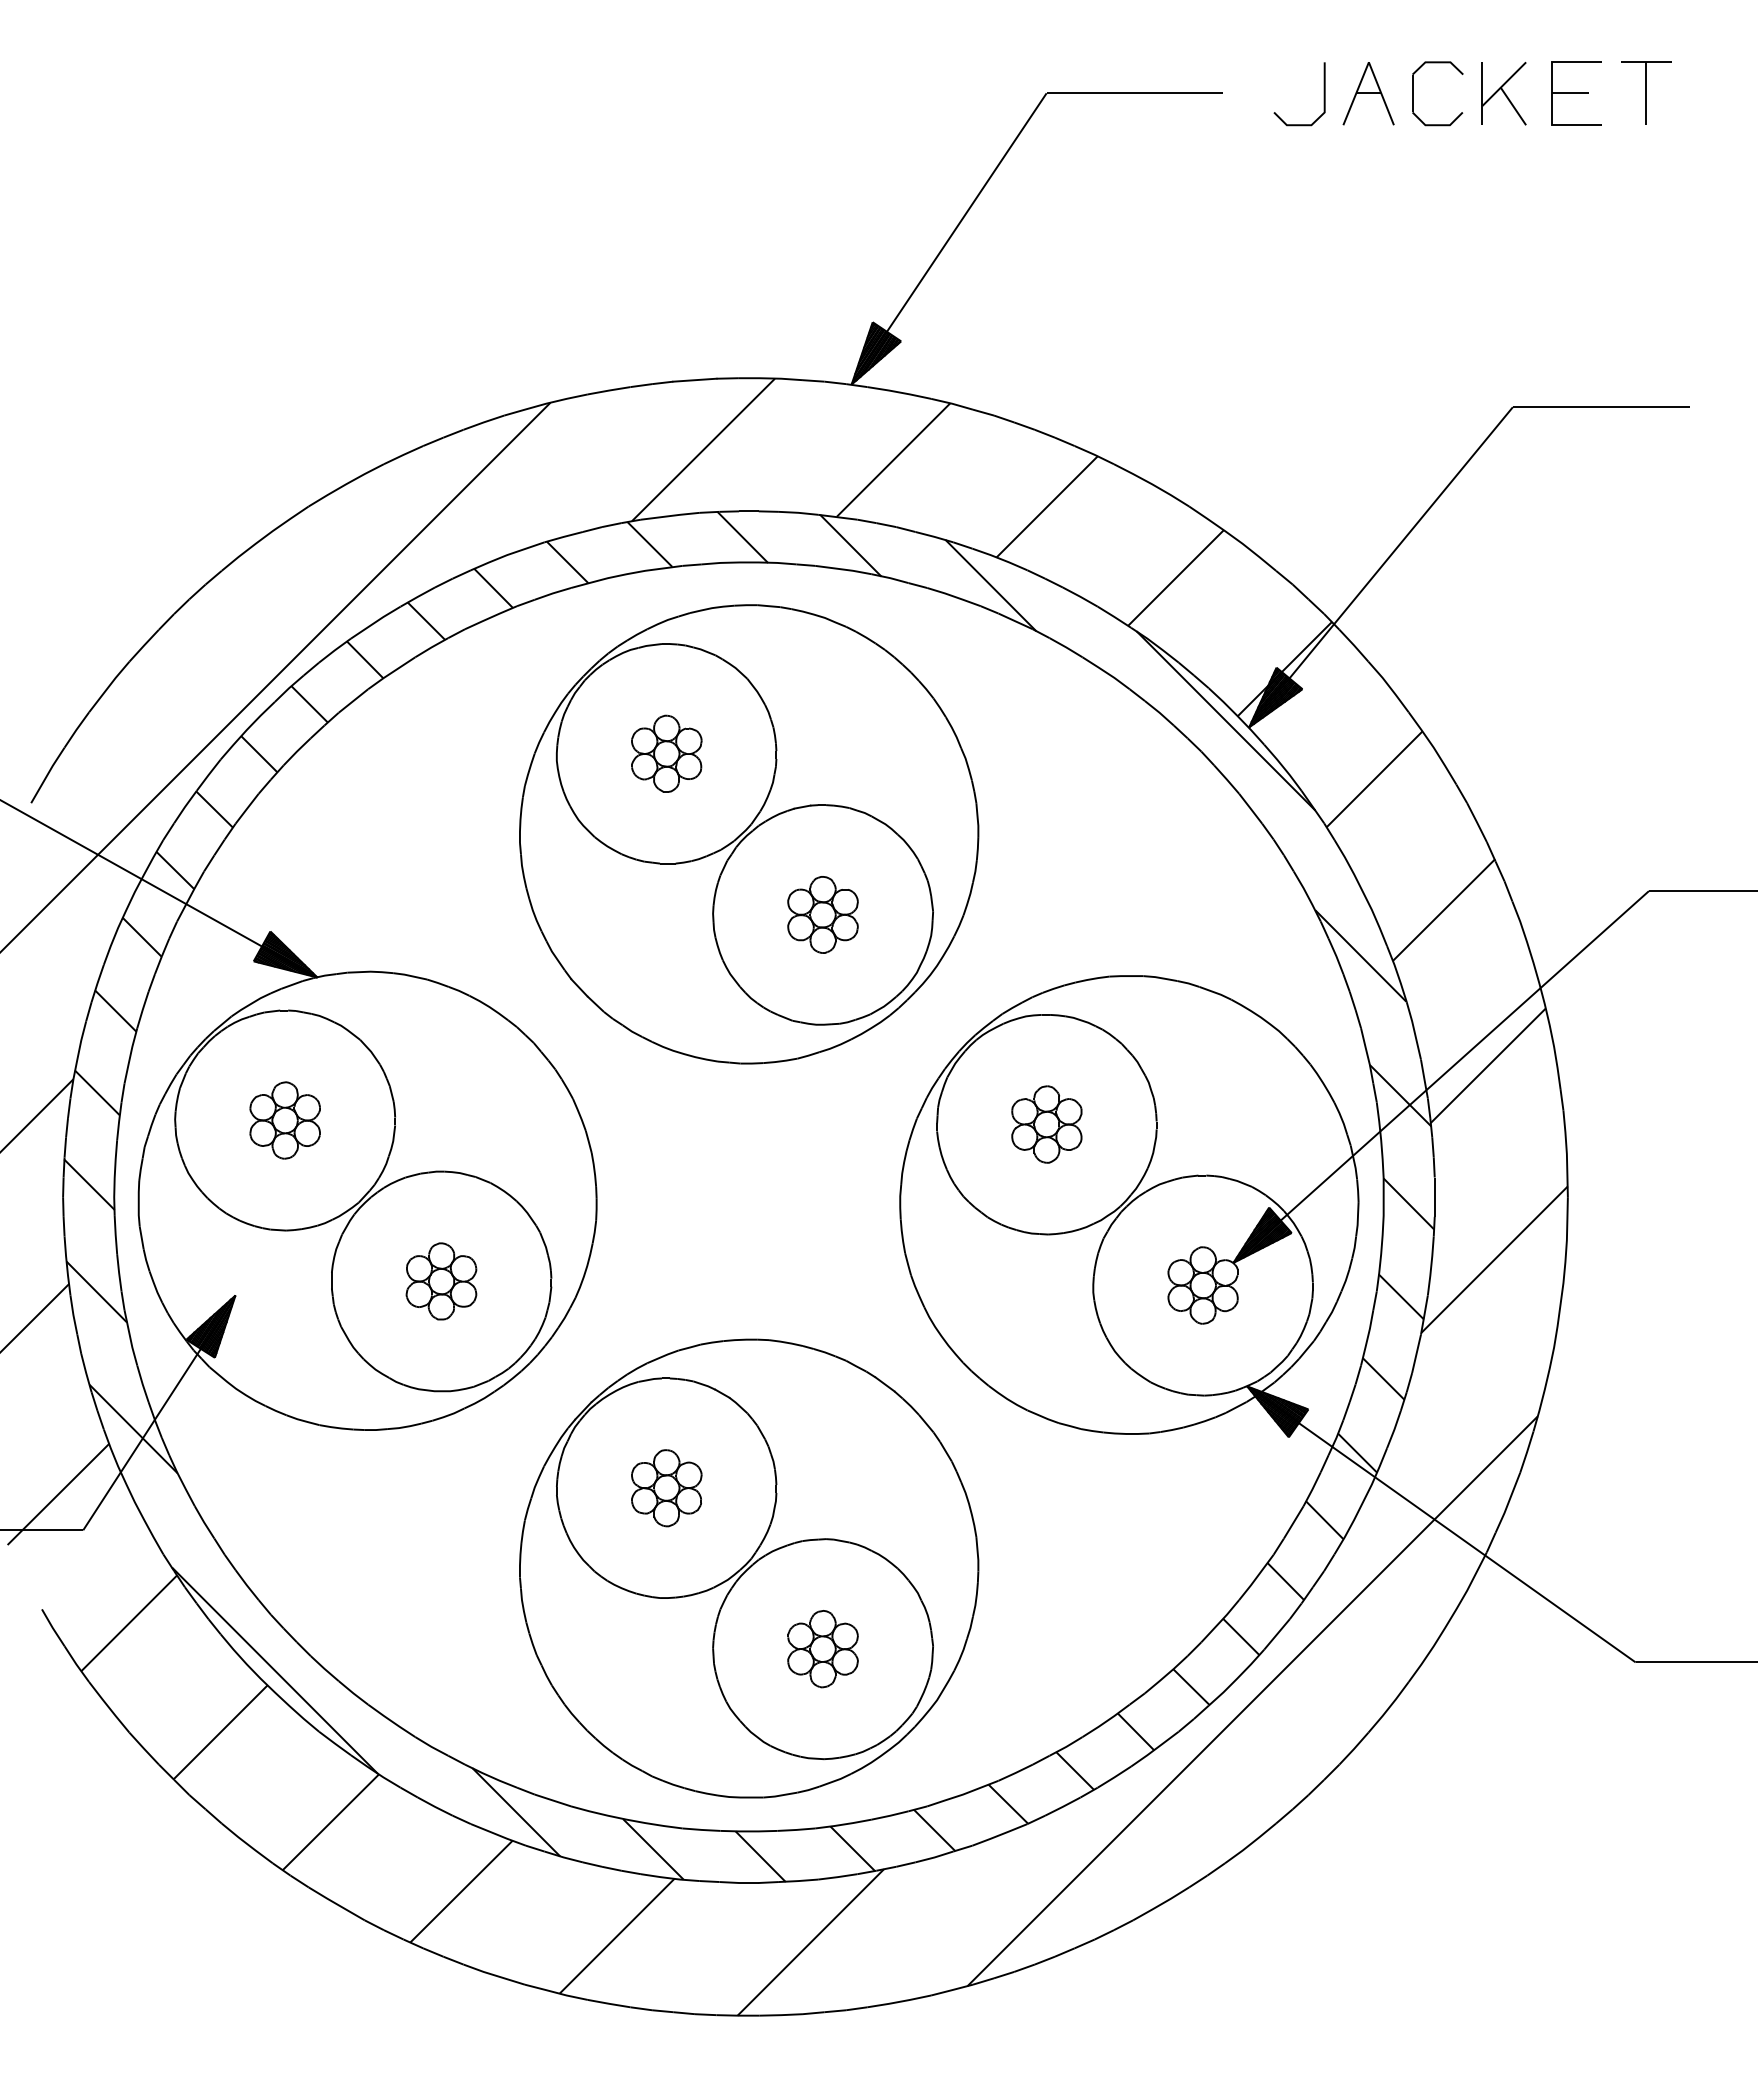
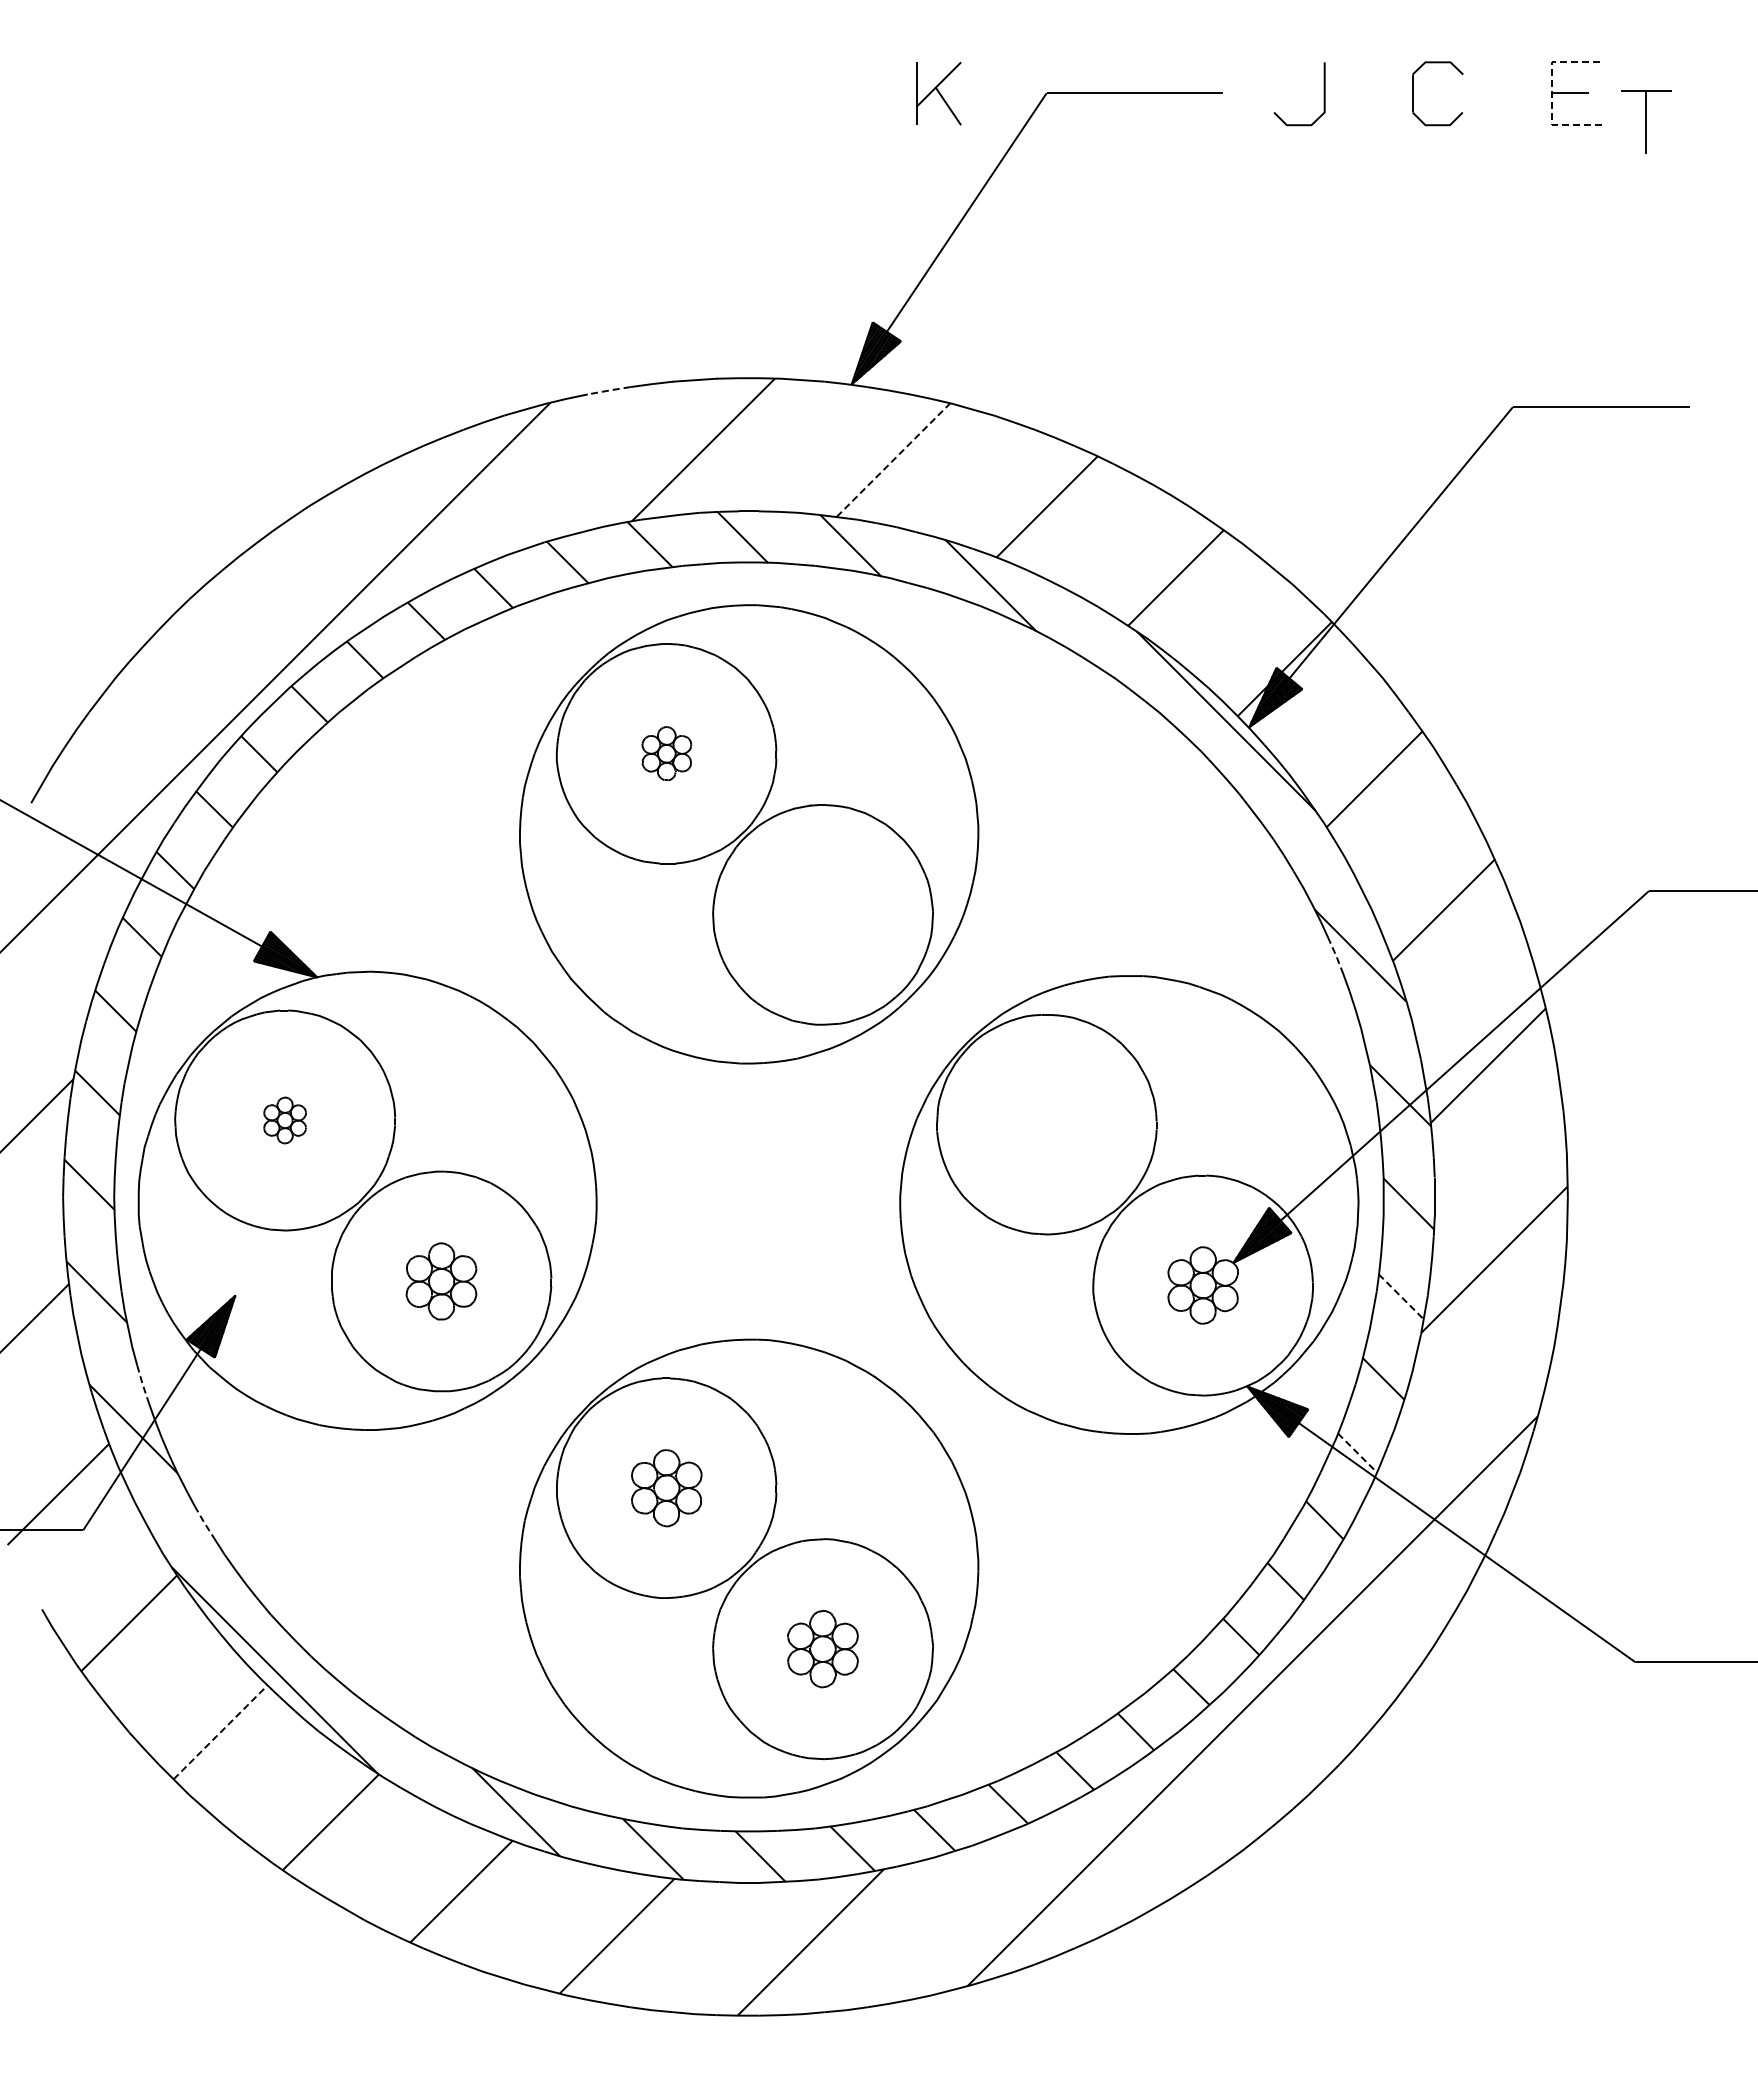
part at (1646, 92) position: (1646, 92) -> (1646, 121)
part at (1368, 93): present -> none
part at (1503, 93) position: (1503, 93) -> (938, 93)
line at (1551, 93): solid -> dashed
line at (609, 390): solid -> dashed
line at (893, 459): solid -> dashed
part at (666, 753) size: 72x79 px -> 52x56 px
part at (822, 914): present -> none
line at (1336, 956): solid -> dashed
part at (284, 1120) size: 72x79 px -> 44x49 px
part at (1046, 1124): present -> none
line at (1401, 1296): solid -> dashed
line at (142, 1384): solid -> dashed
line at (1357, 1453): solid -> dashed
line at (204, 1522): solid -> dashed
line at (220, 1732): solid -> dashed
